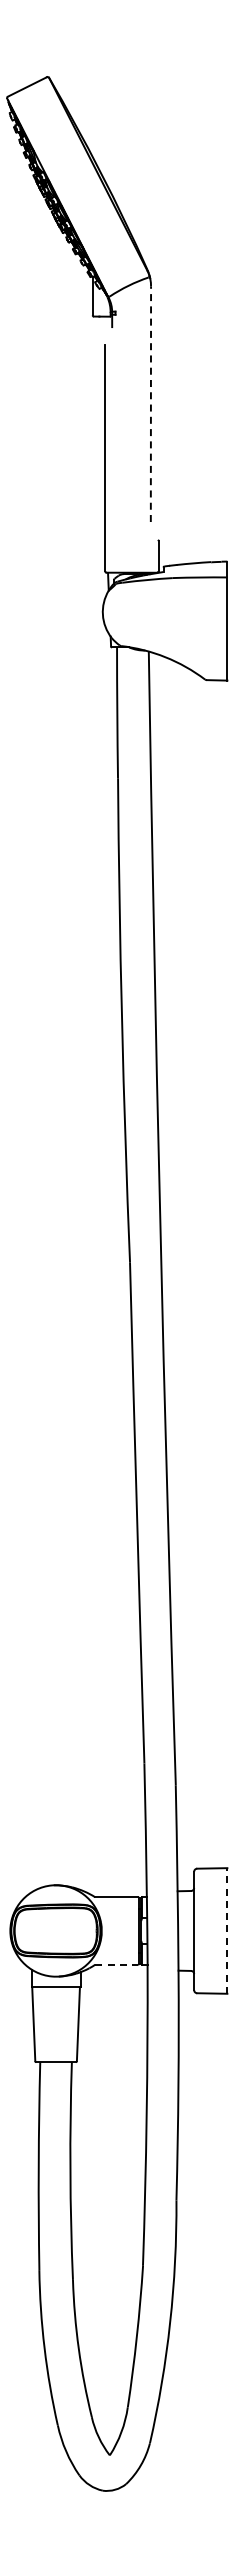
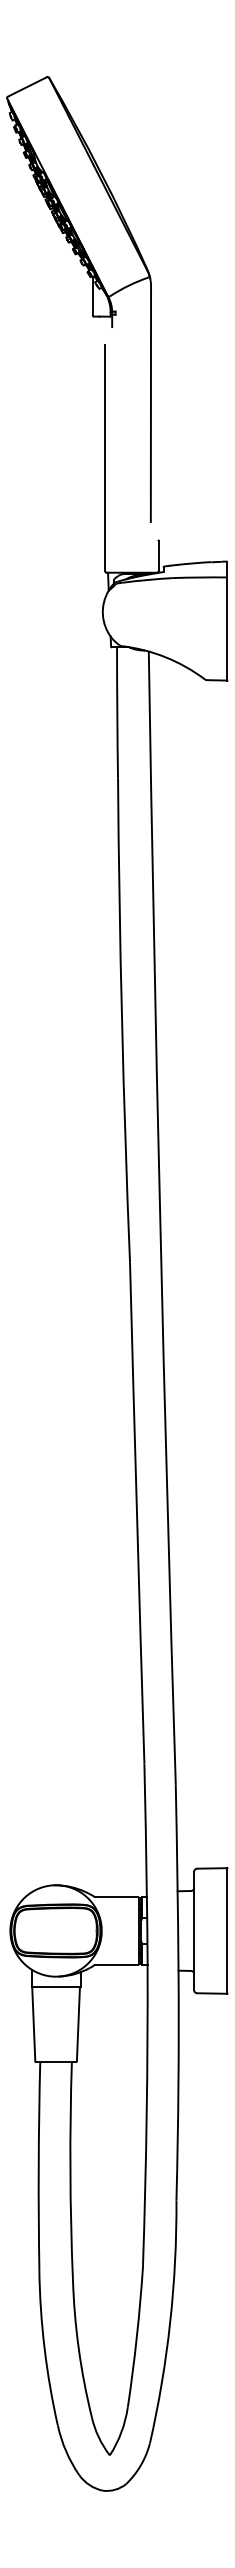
line at (150, 404): dashed -> solid
line at (227, 1930): dashed -> solid
line at (117, 1964): dashed -> solid
